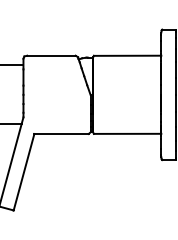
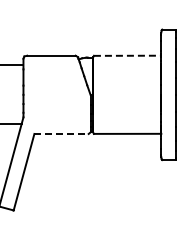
line at (127, 55): solid -> dashed
line at (62, 133): solid -> dashed
